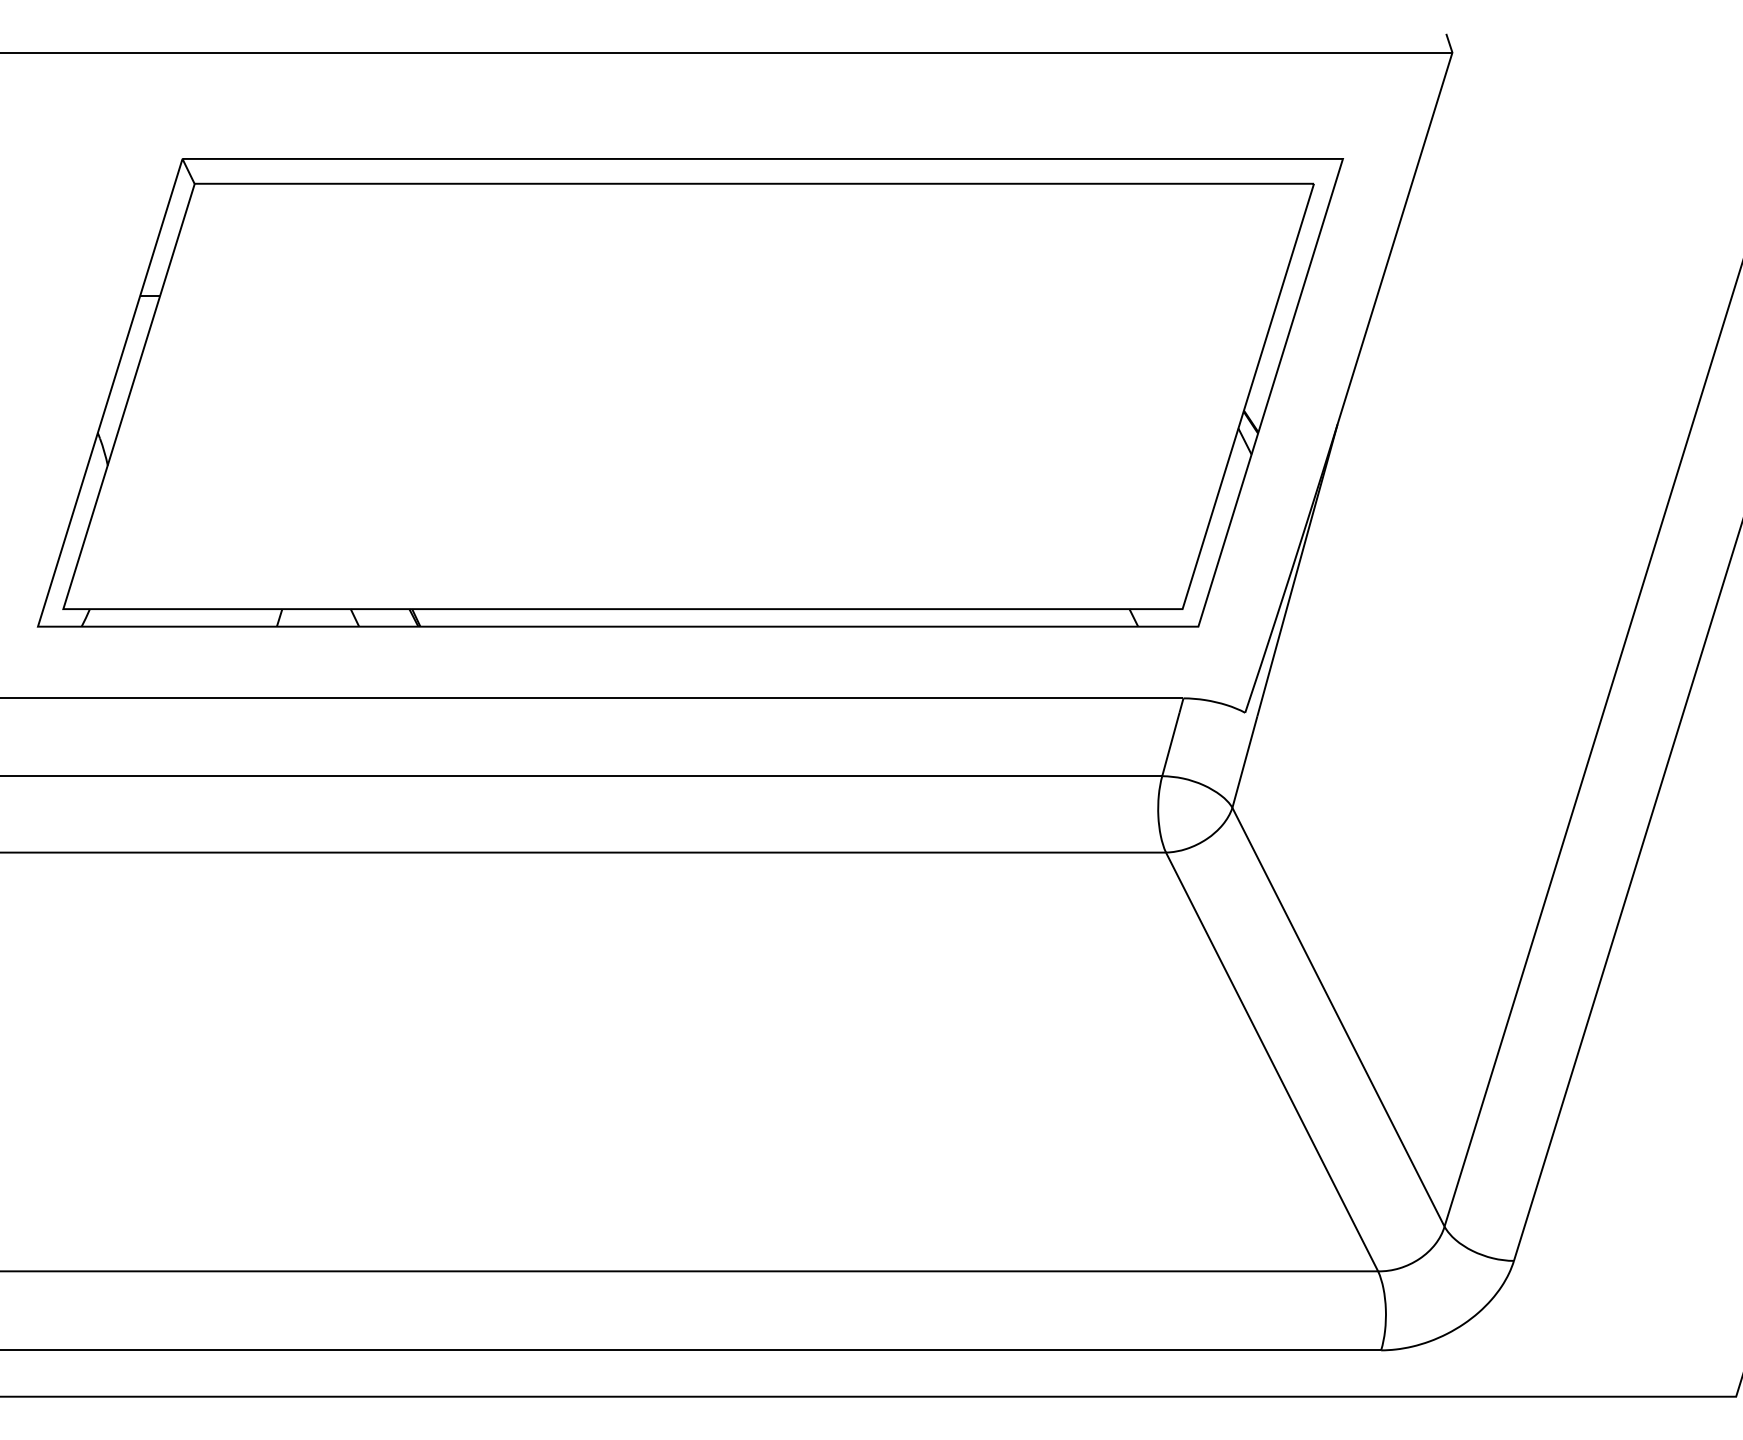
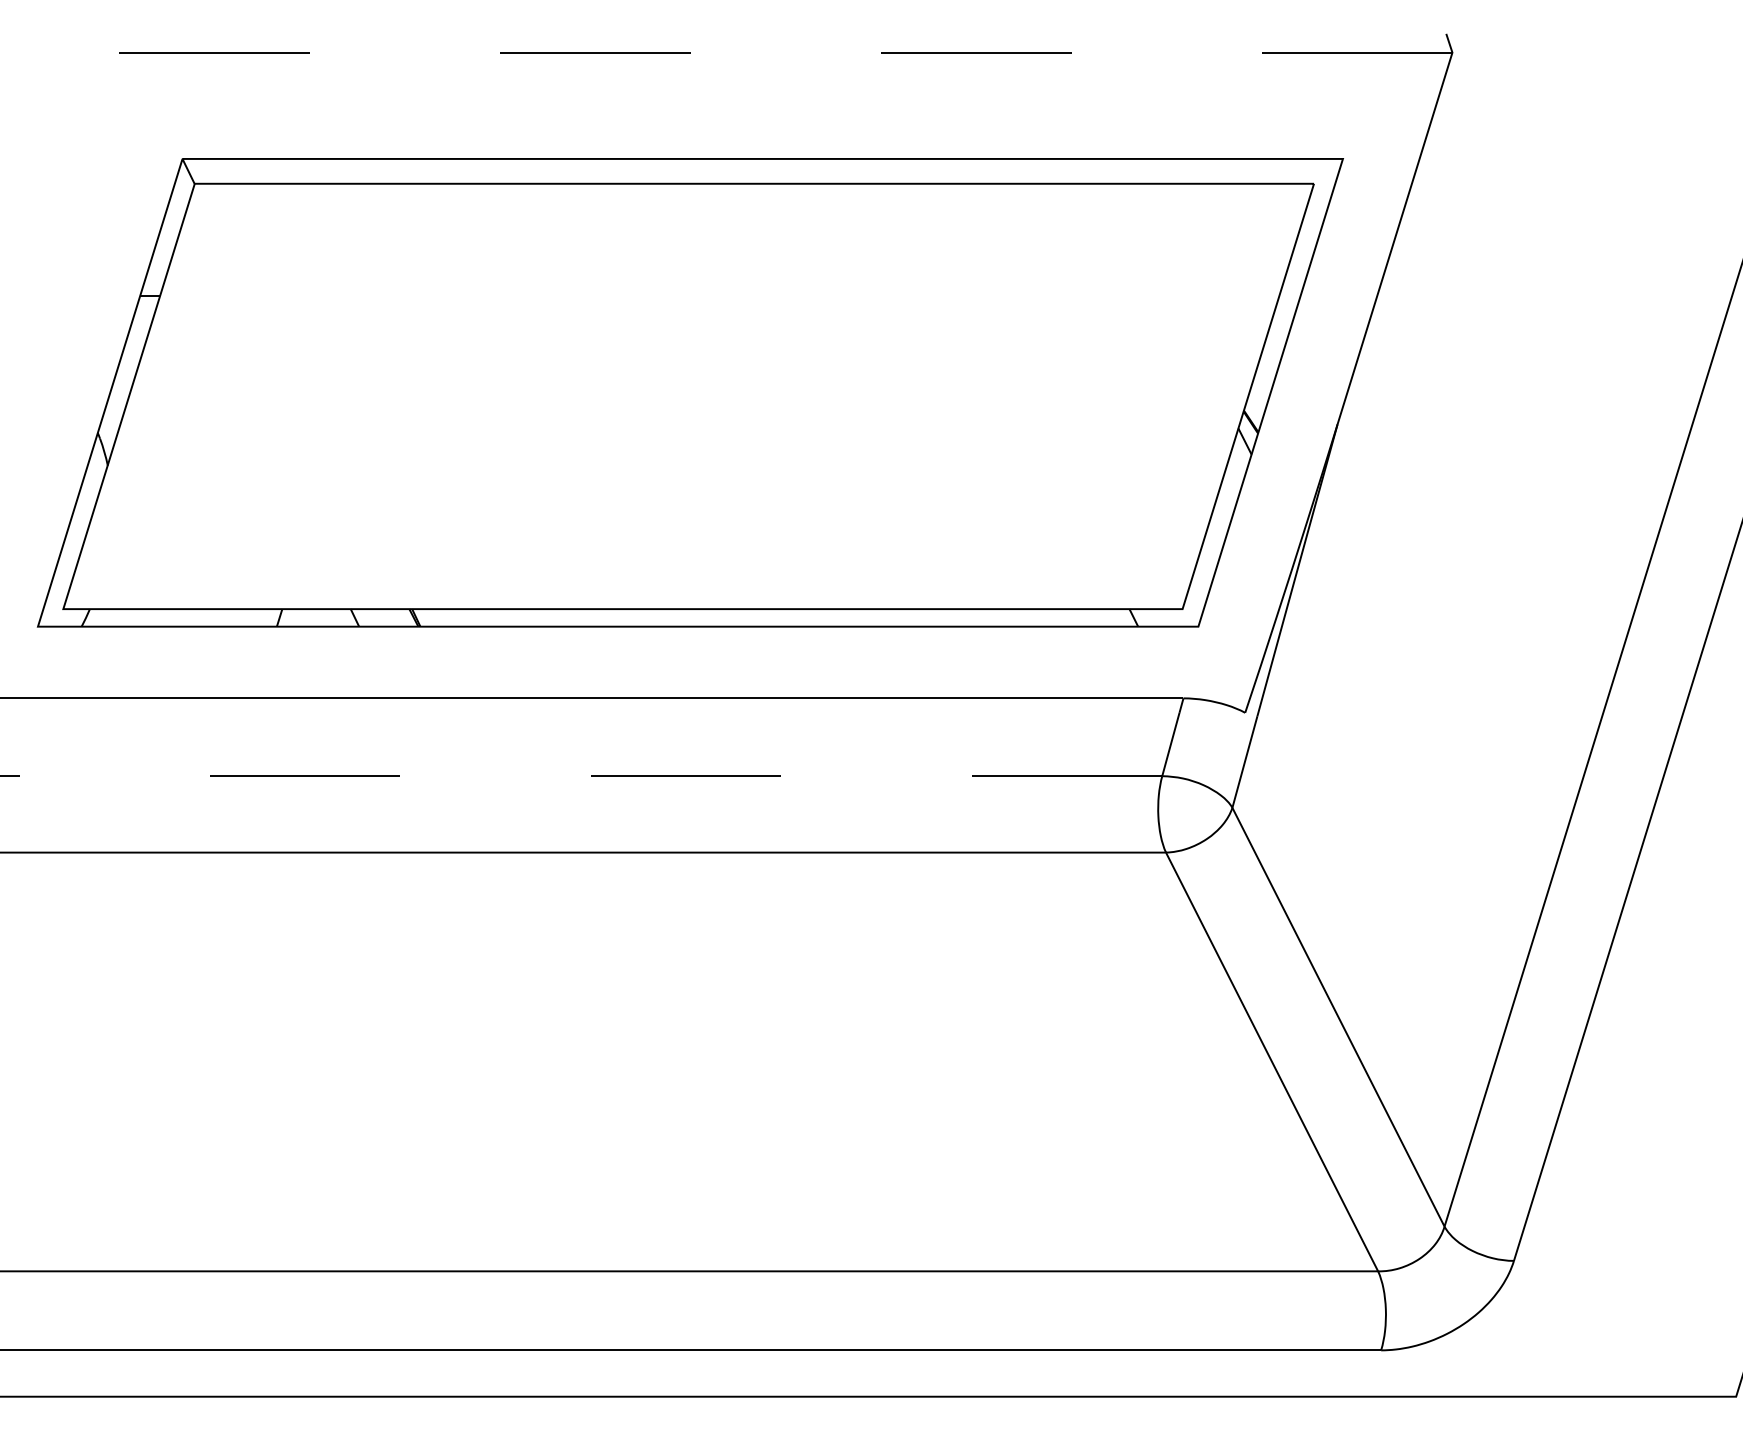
line at (726, 52): solid -> dashed
line at (581, 776): solid -> dashed
